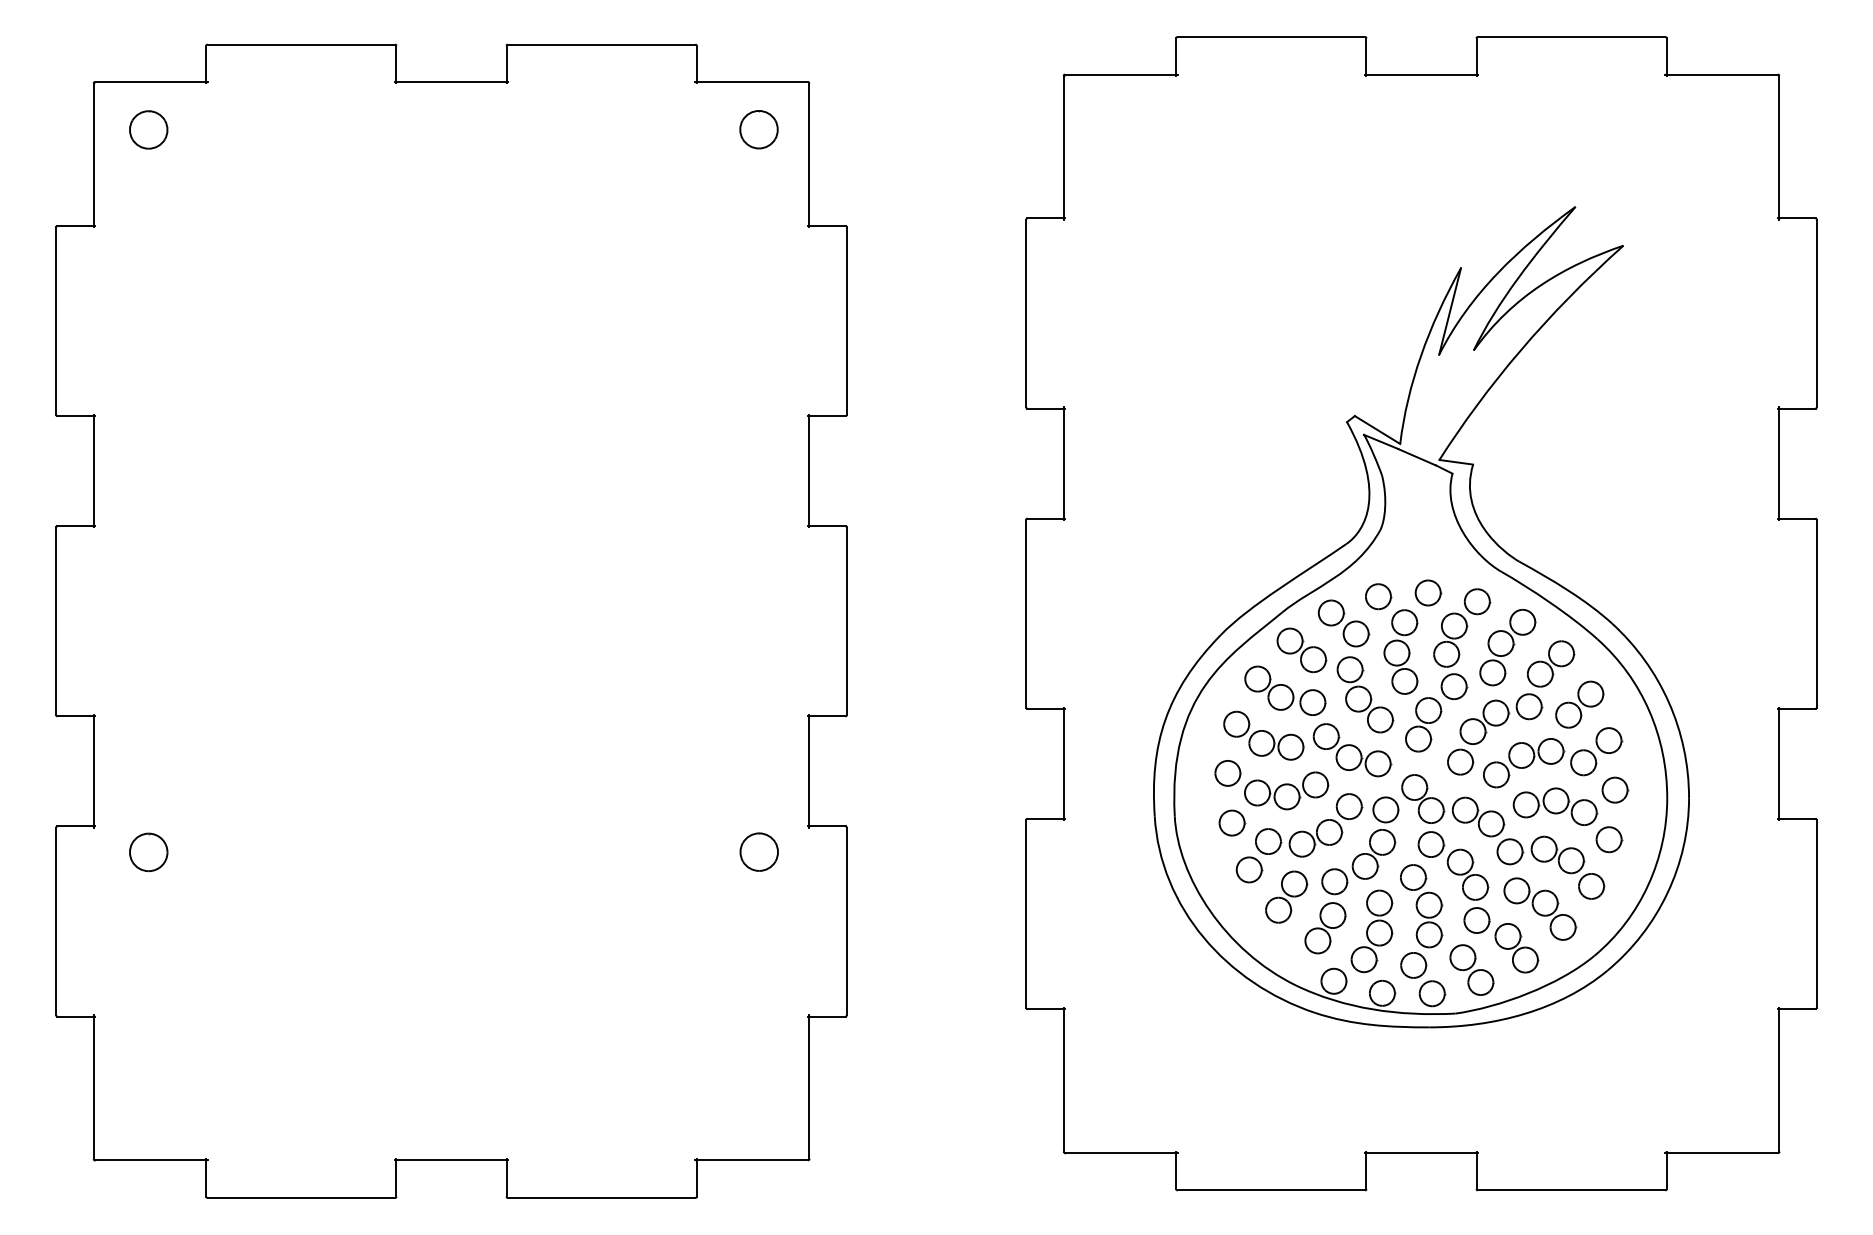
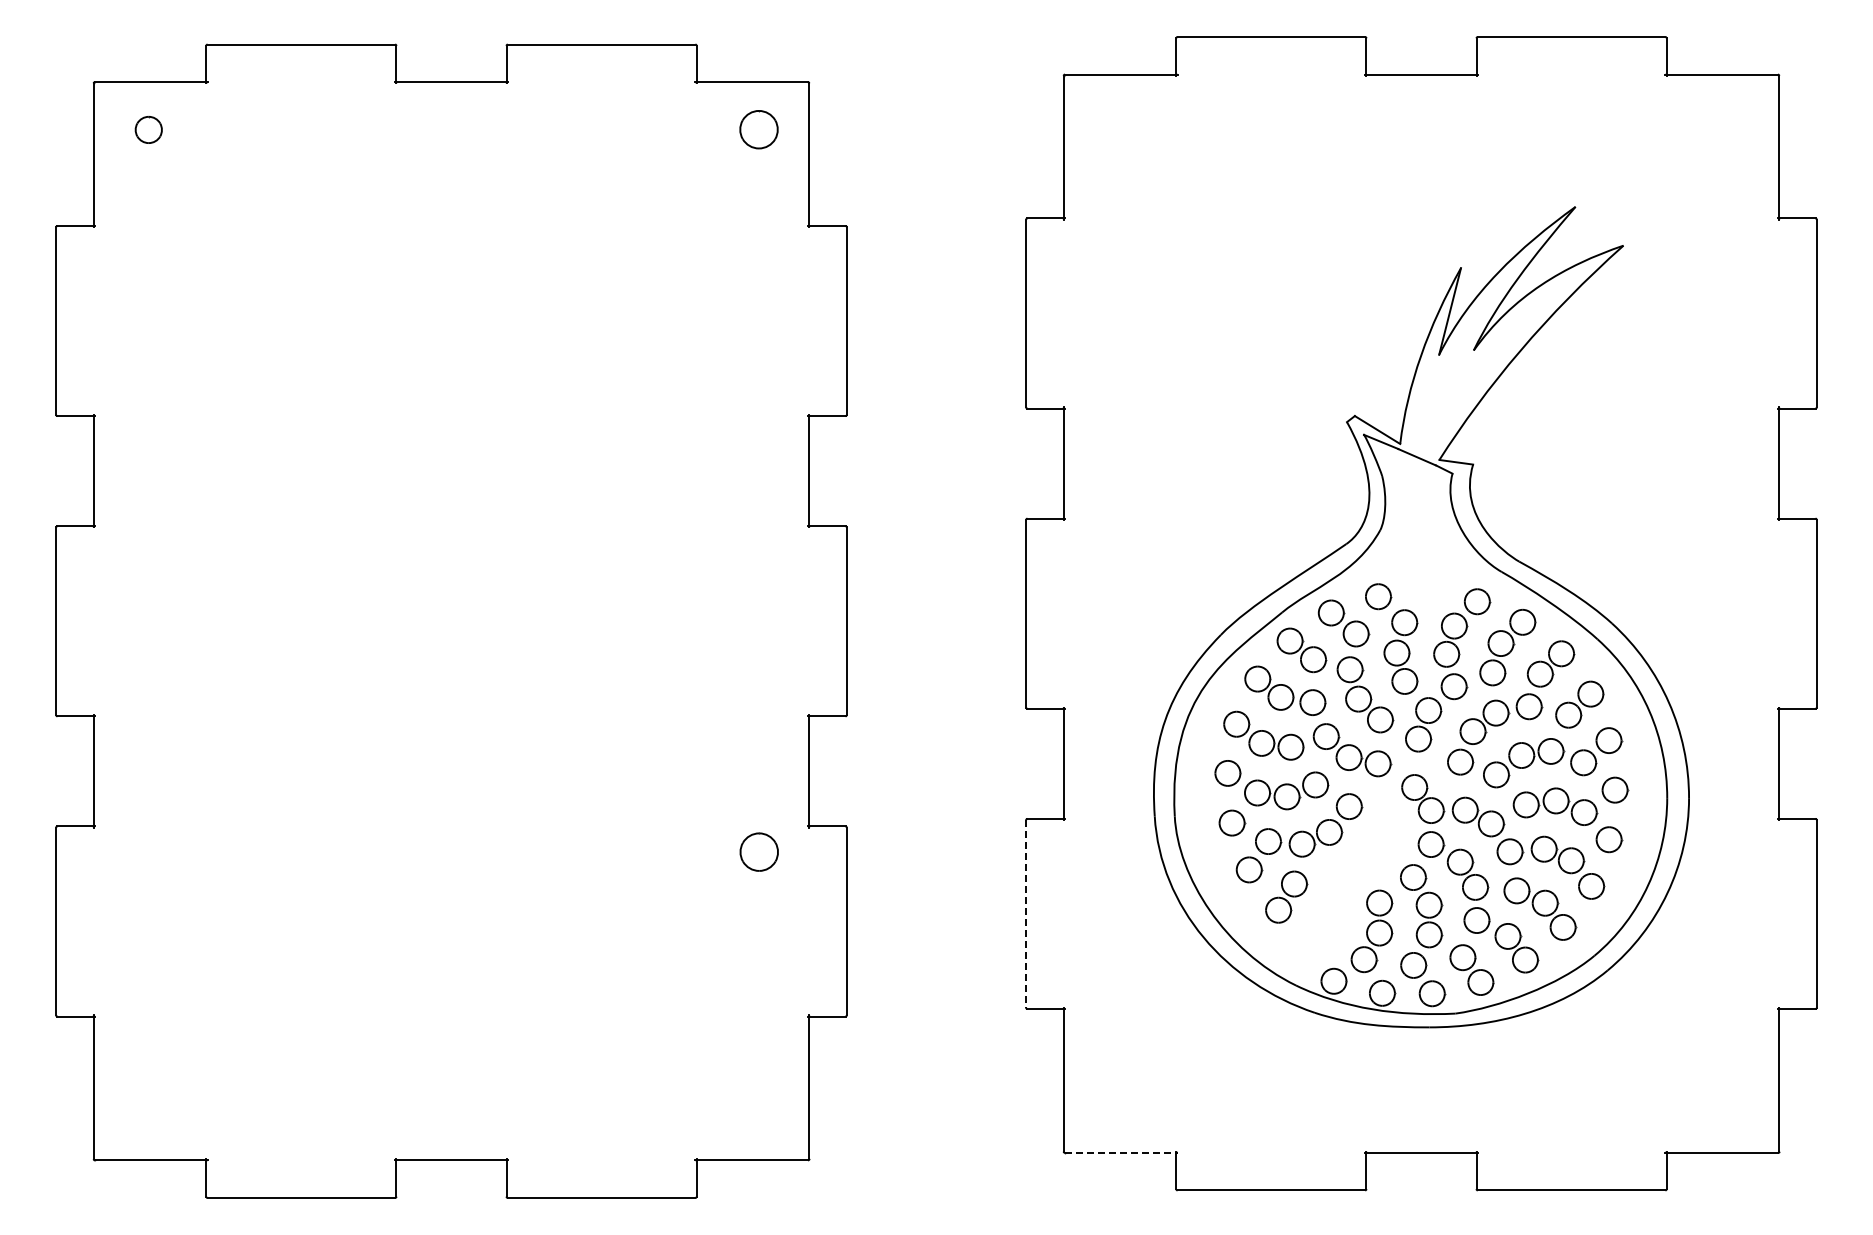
part at (148, 129) size: 40x40 px -> 29x28 px
part at (1428, 592): present -> none
part at (148, 851): present -> none
part at (1351, 875): present -> none
line at (1026, 913): solid -> dashed
line at (1121, 1152): solid -> dashed
